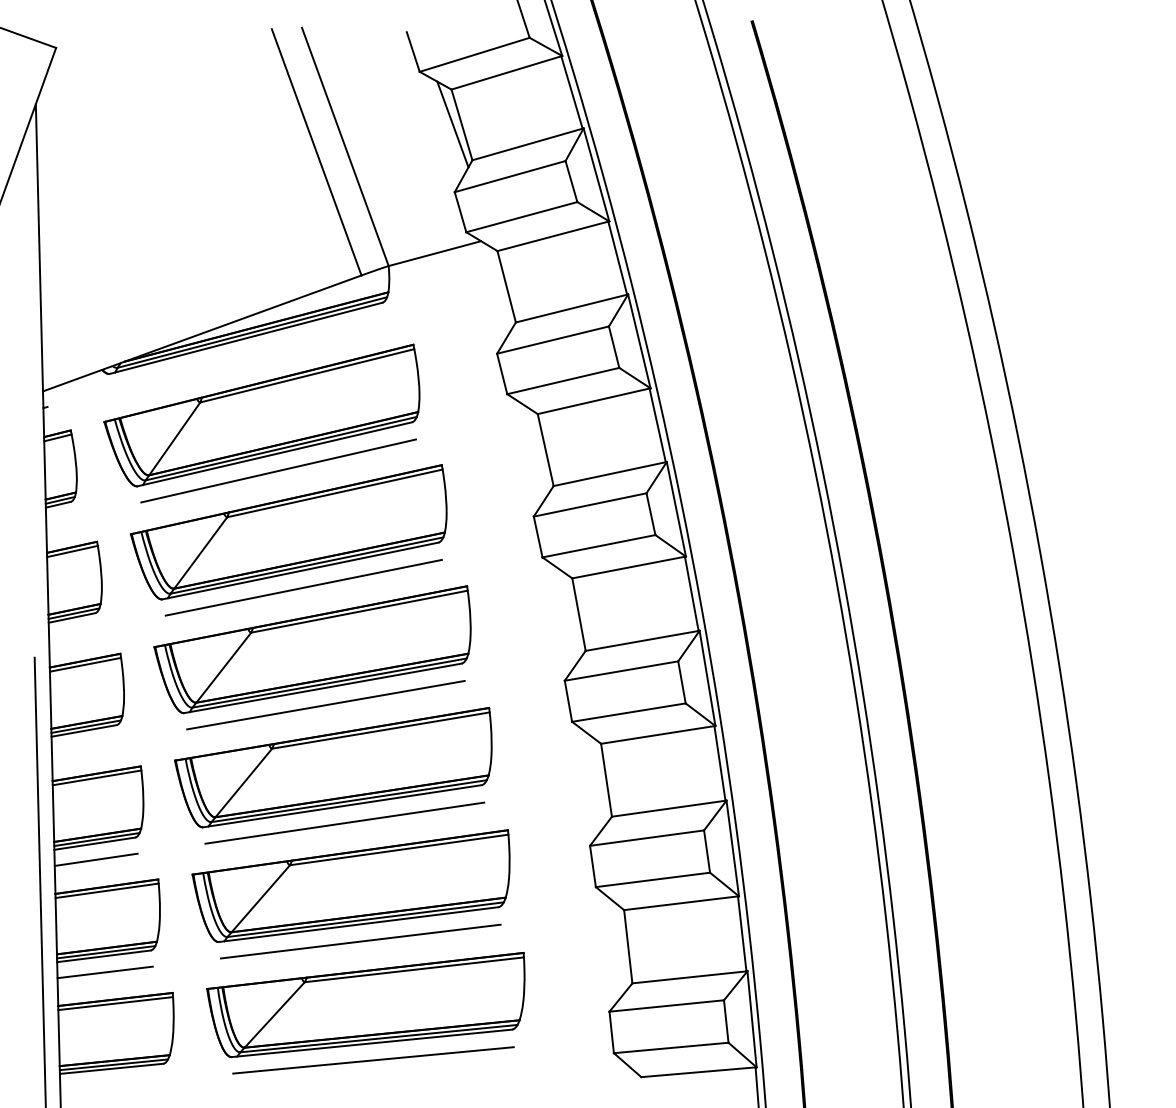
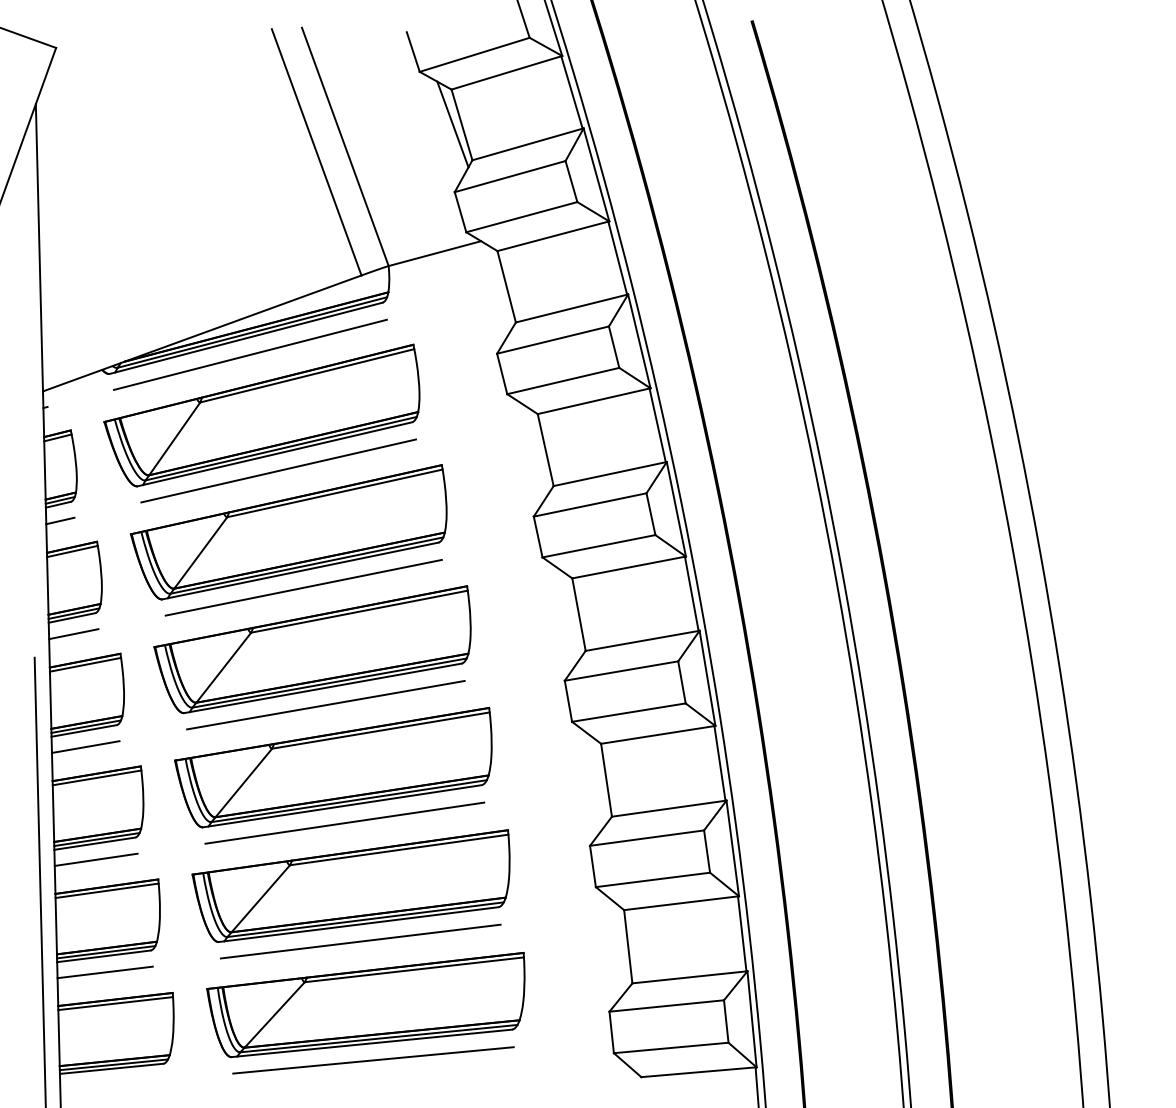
line at (250, 354): none -> present
line at (60, 520): none -> present
line at (73, 634): none -> present
line at (85, 746): none -> present
